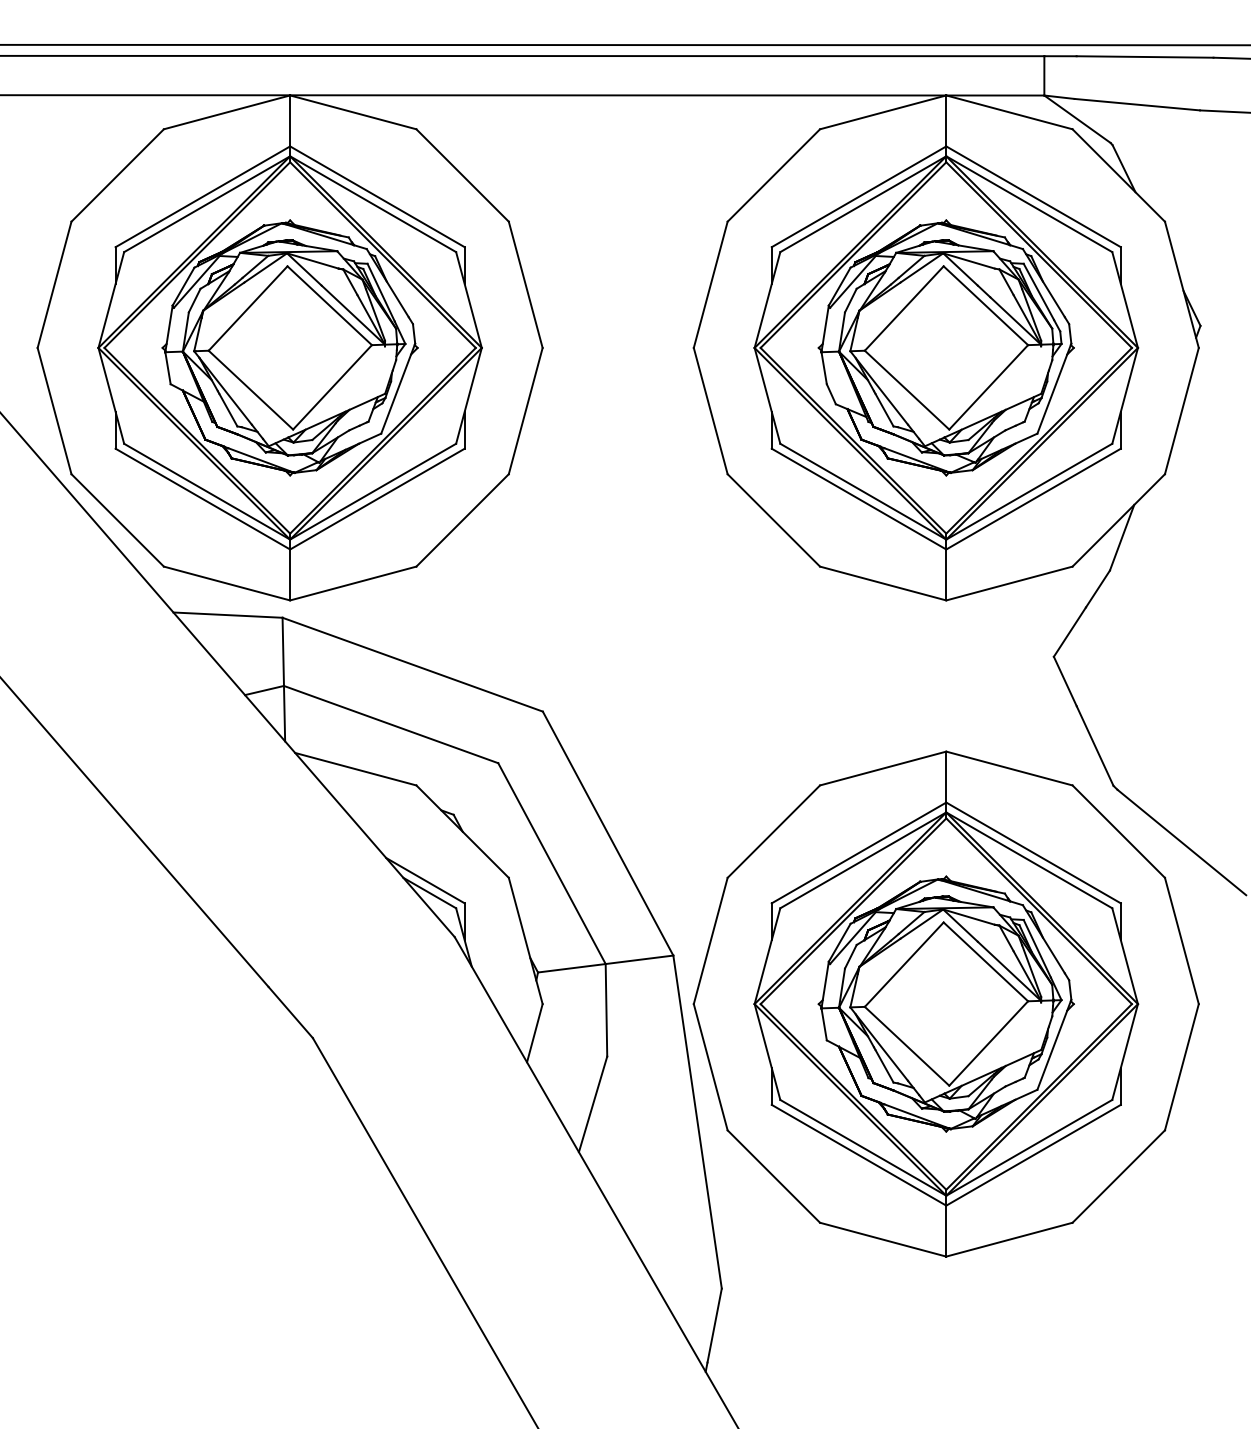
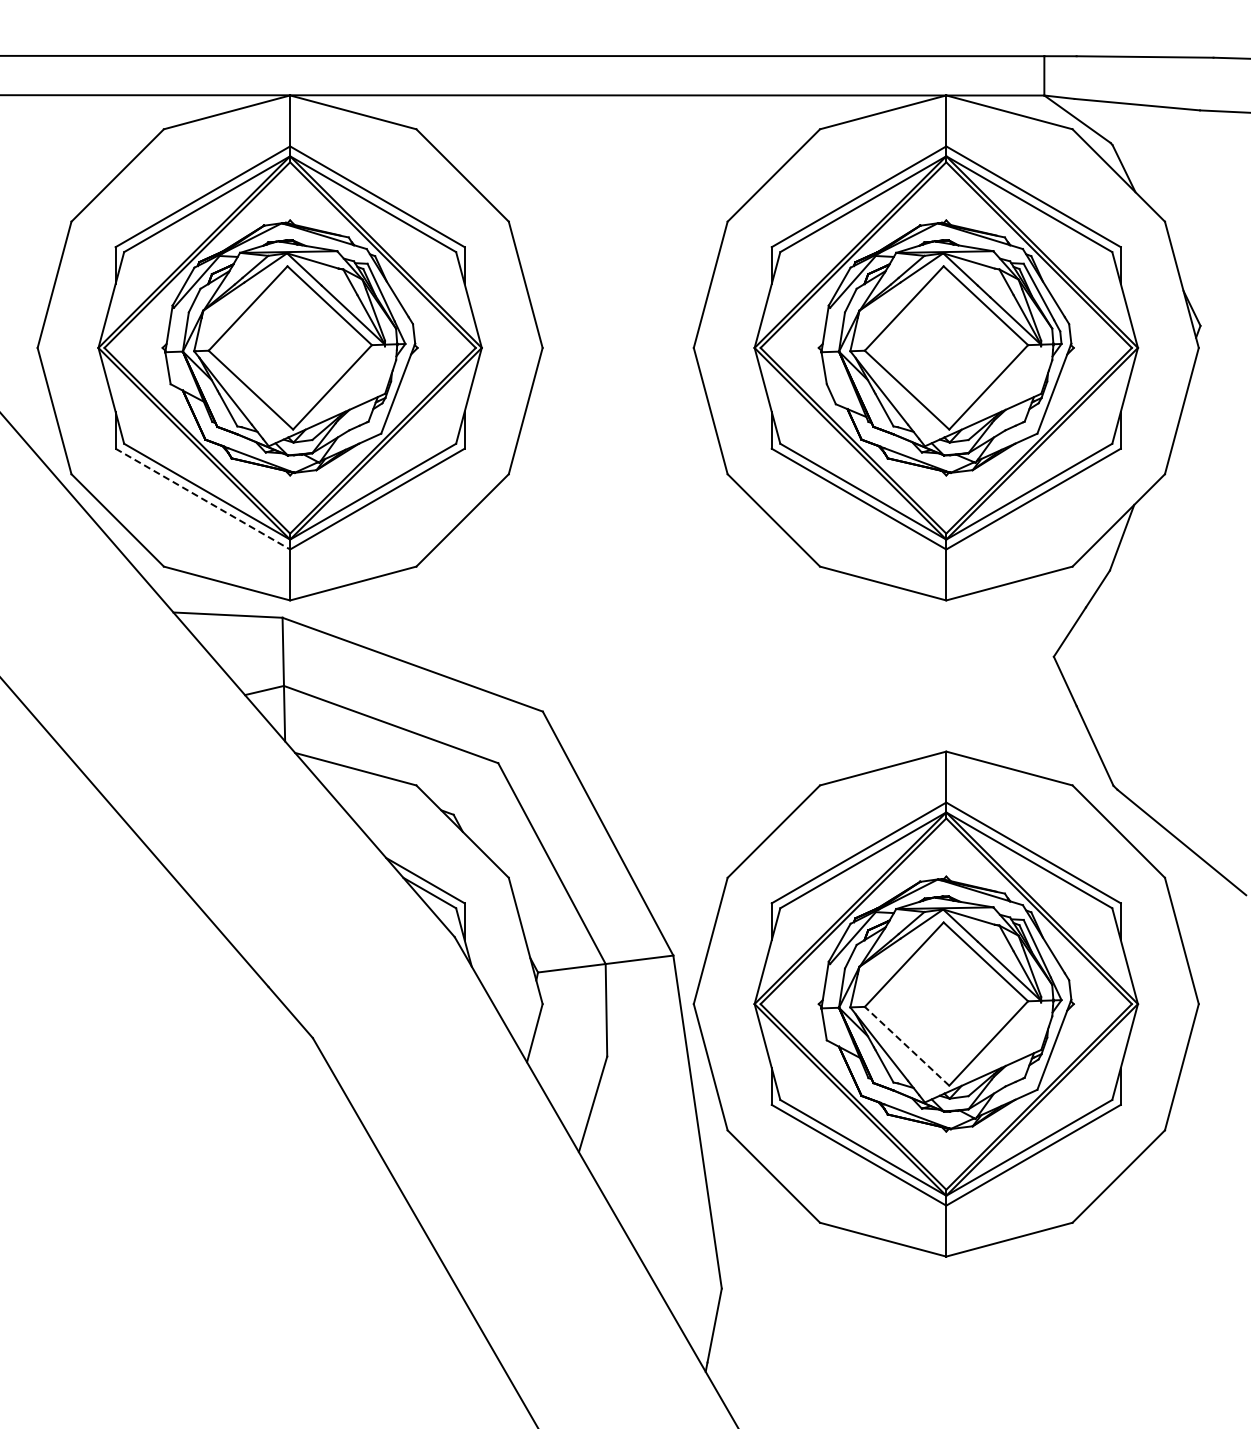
line at (624, 44): present -> none
line at (202, 499): solid -> dashed
line at (907, 1046): solid -> dashed
